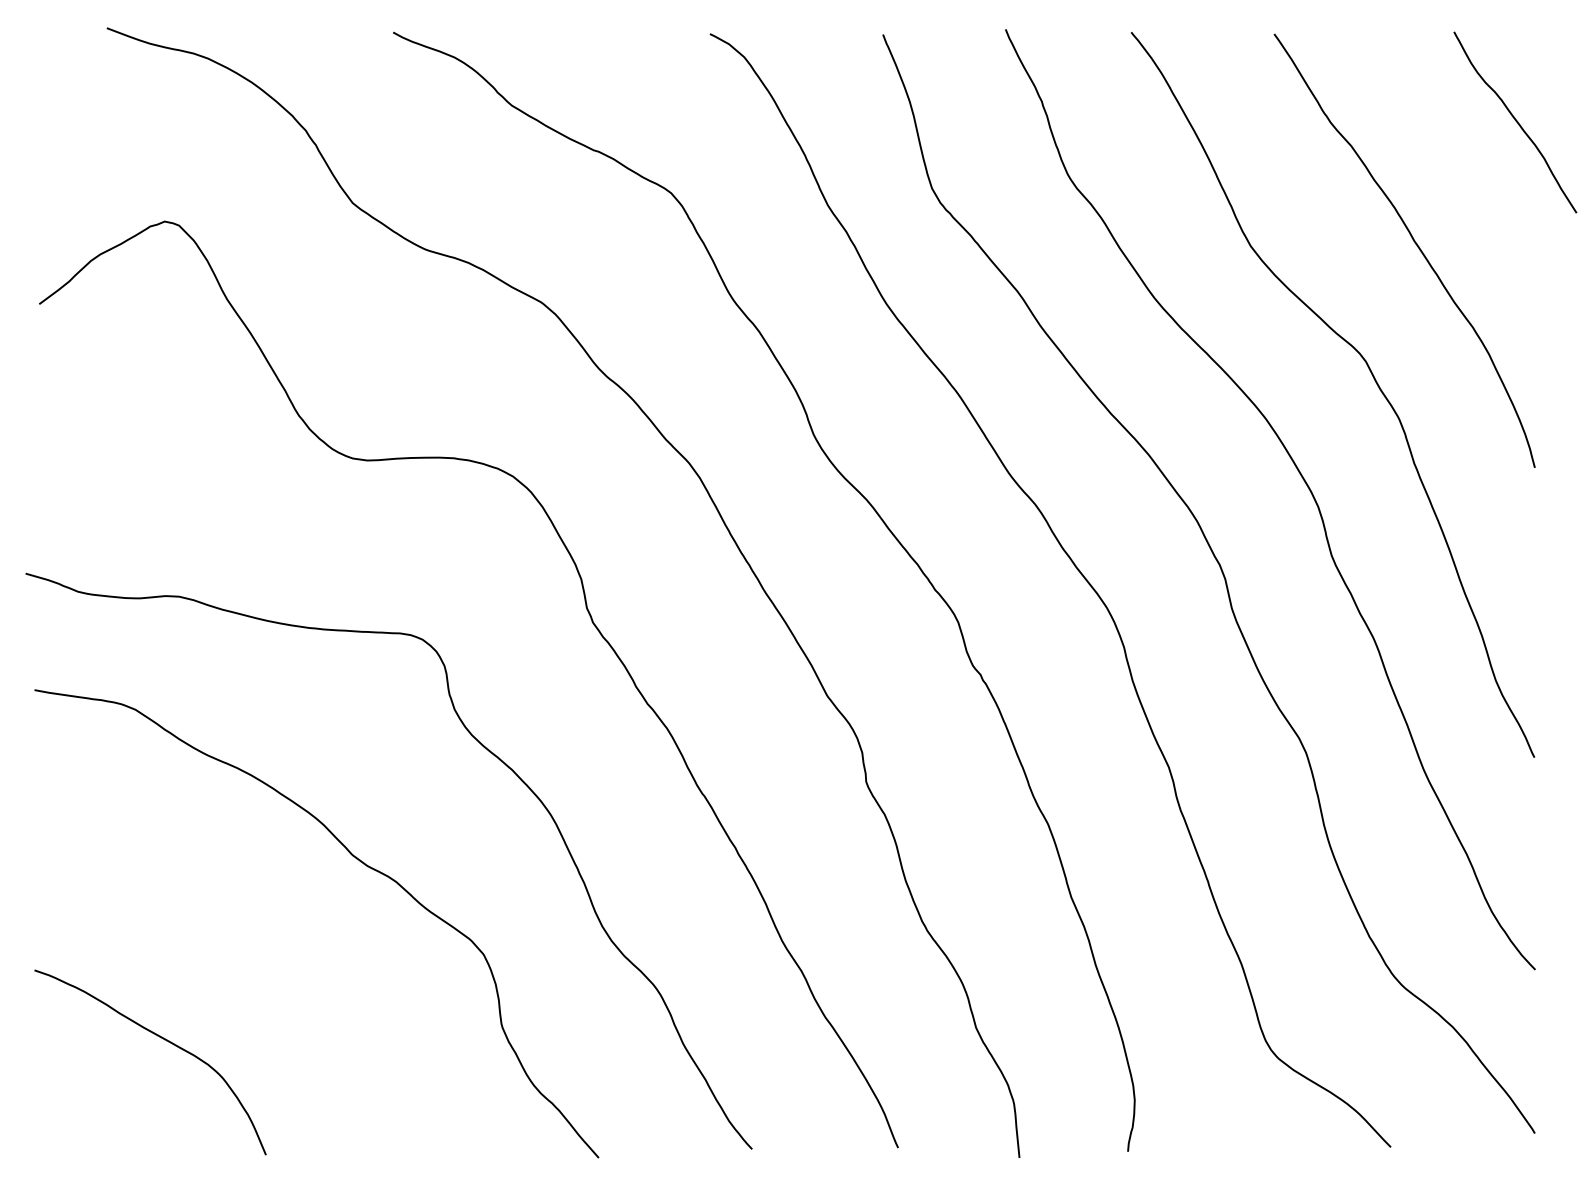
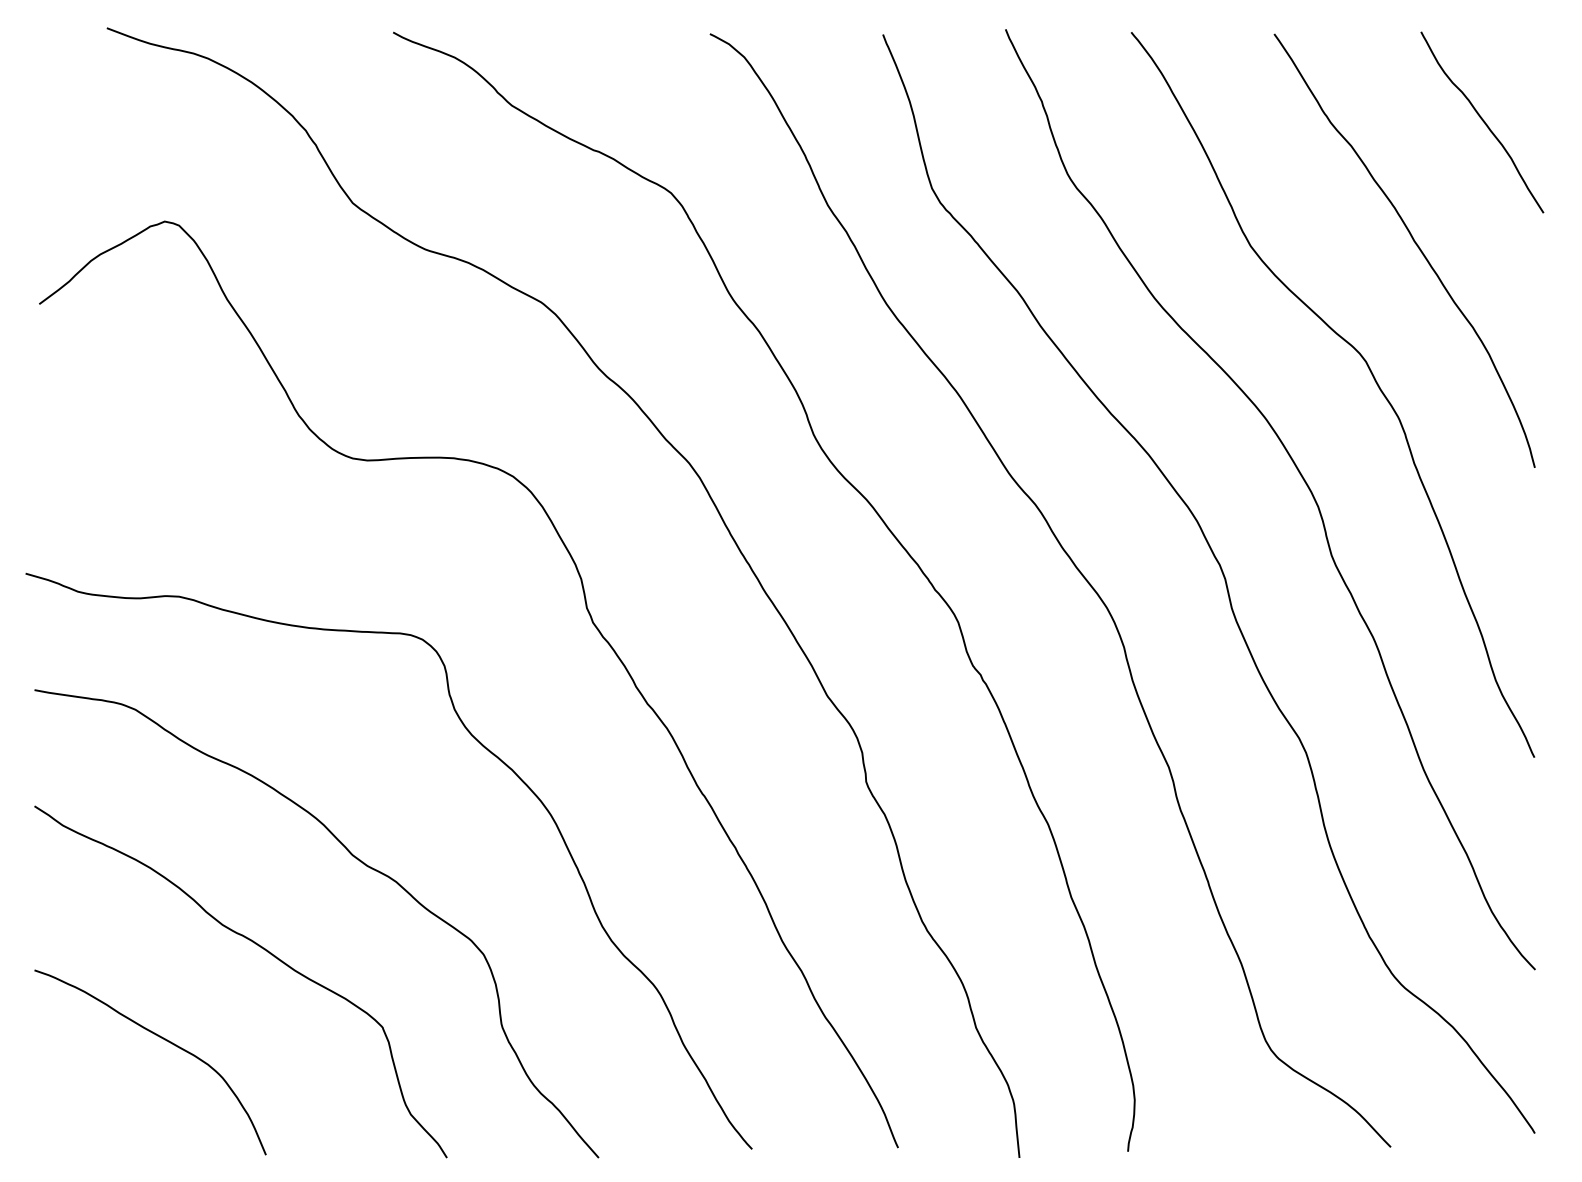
curve at (1515, 121) position: (1515, 121) -> (1482, 121)
curve at (261, 948): none -> present
